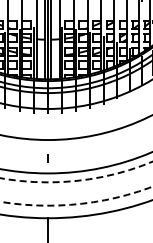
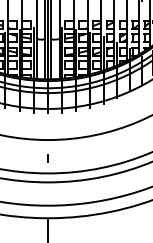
circle at (76, 171): dashed -> solid
arc at (78, 204): dashed -> solid
